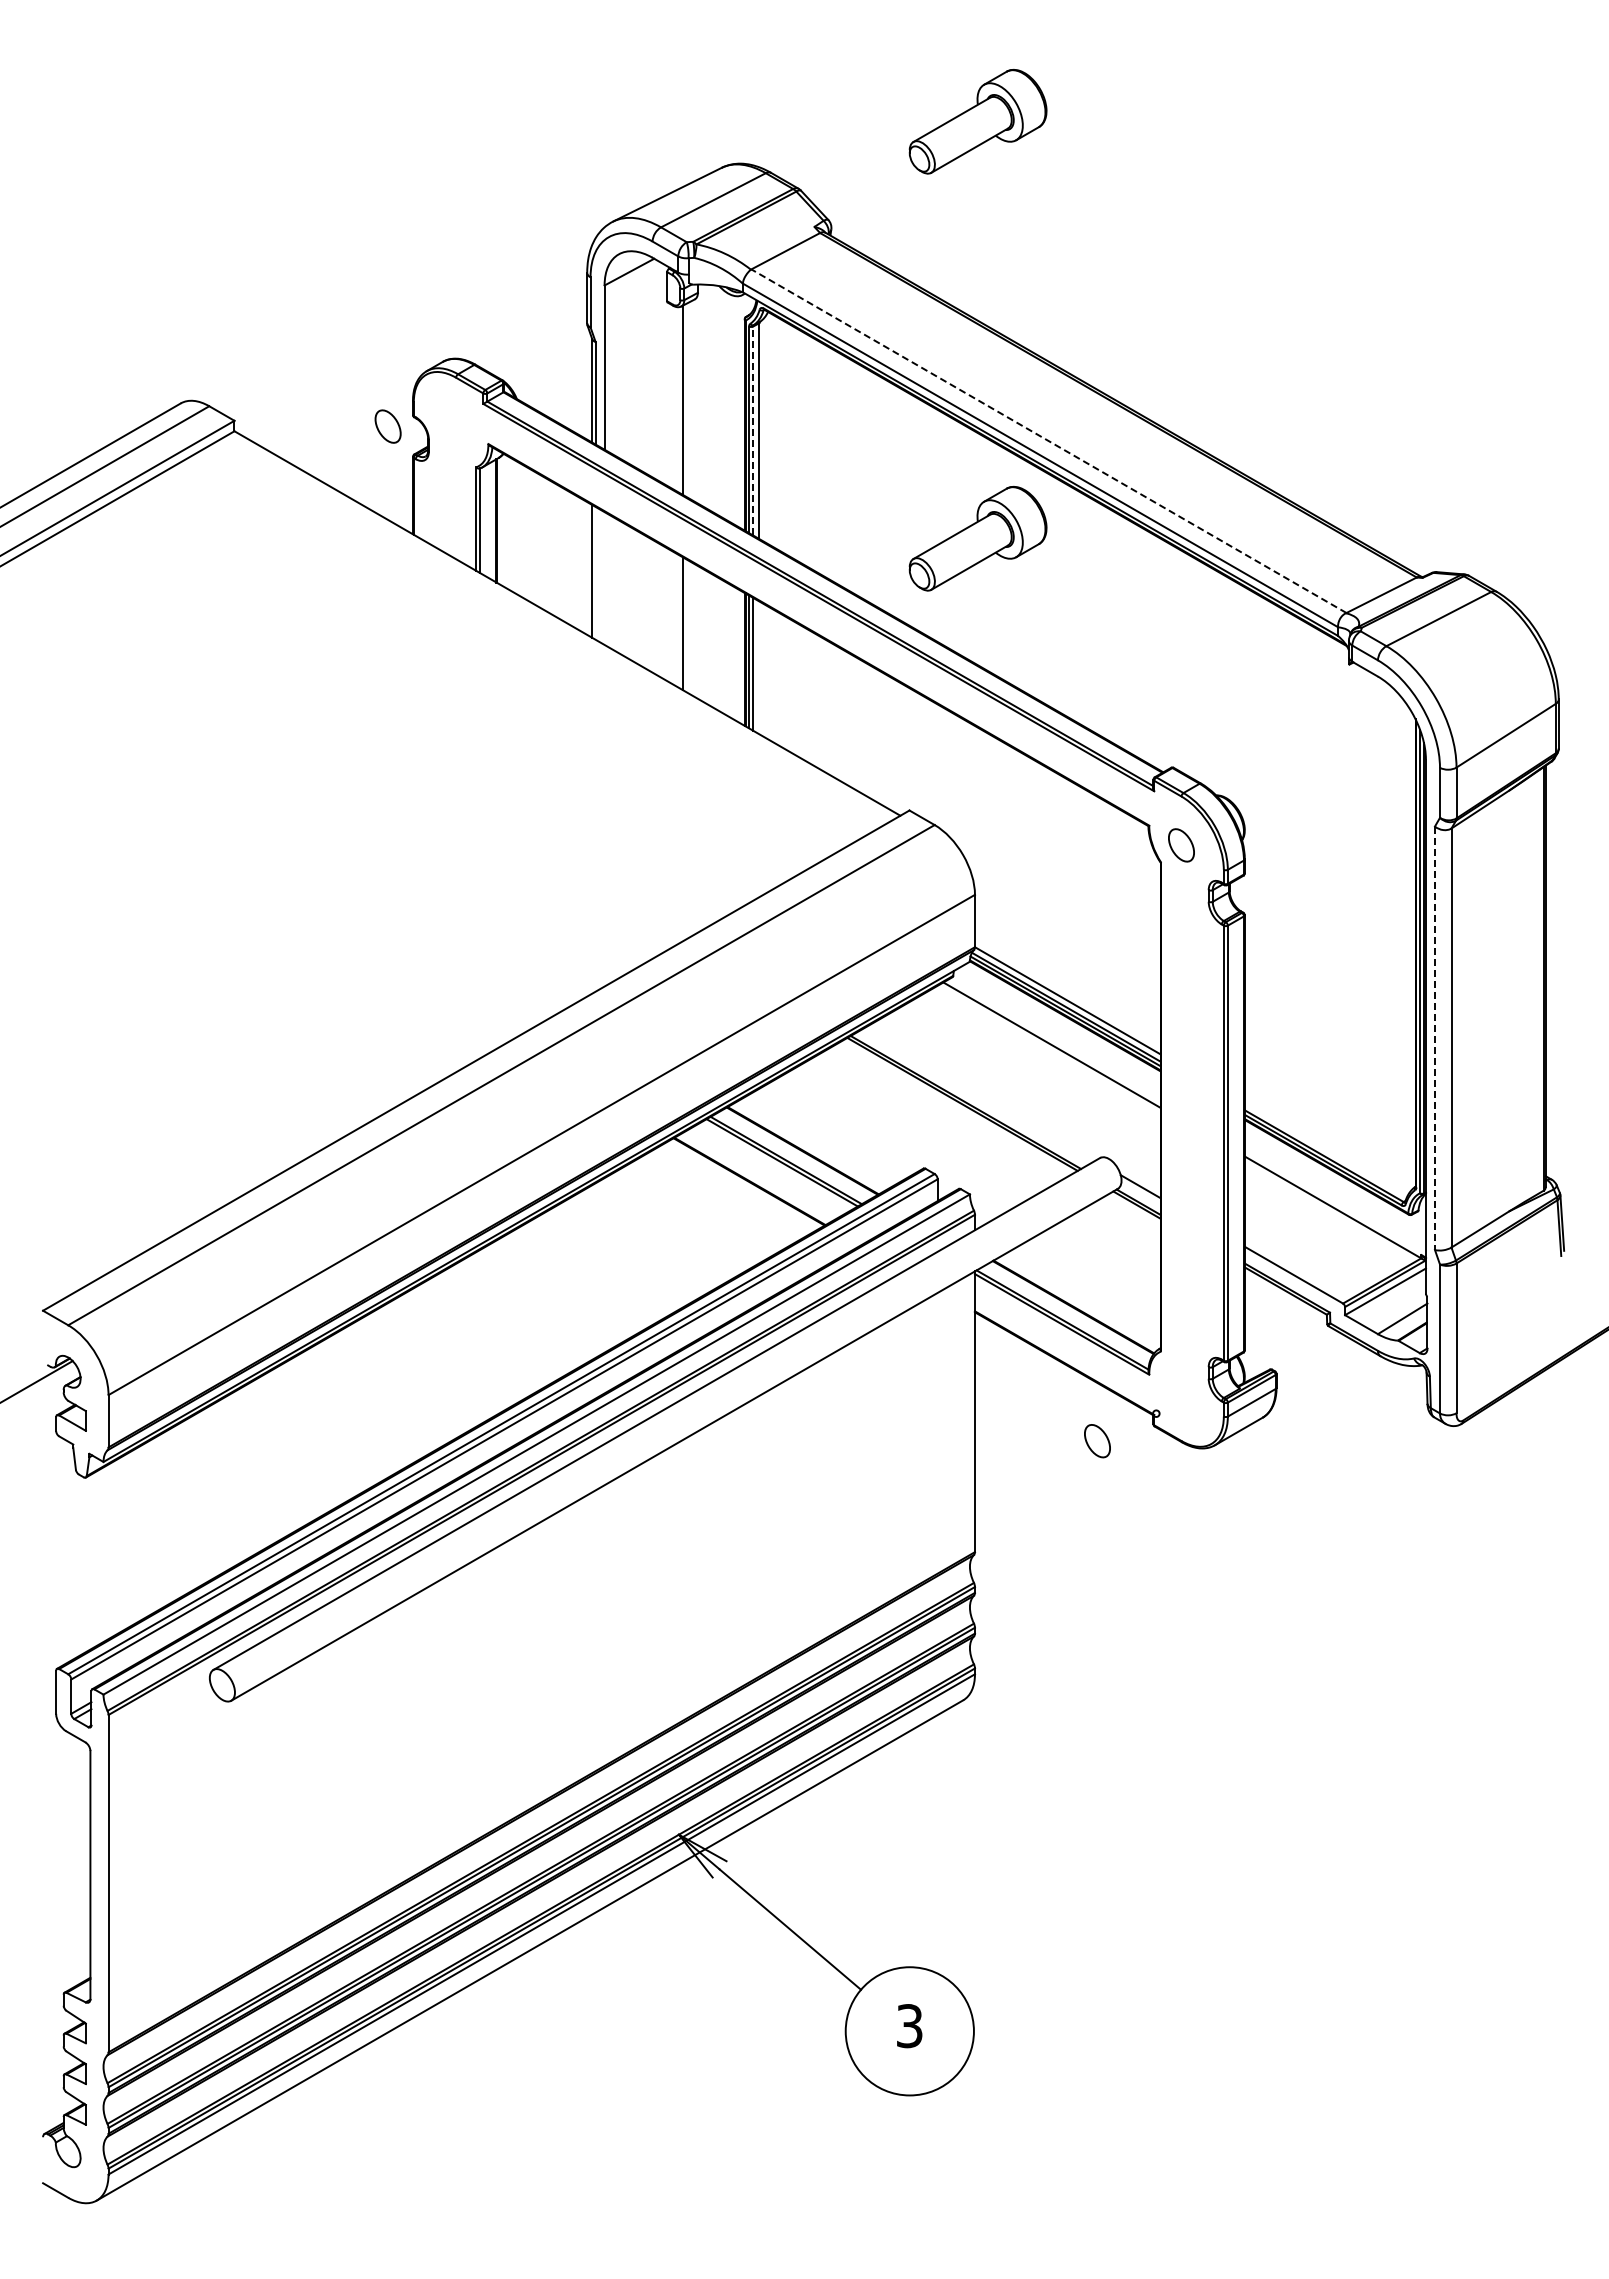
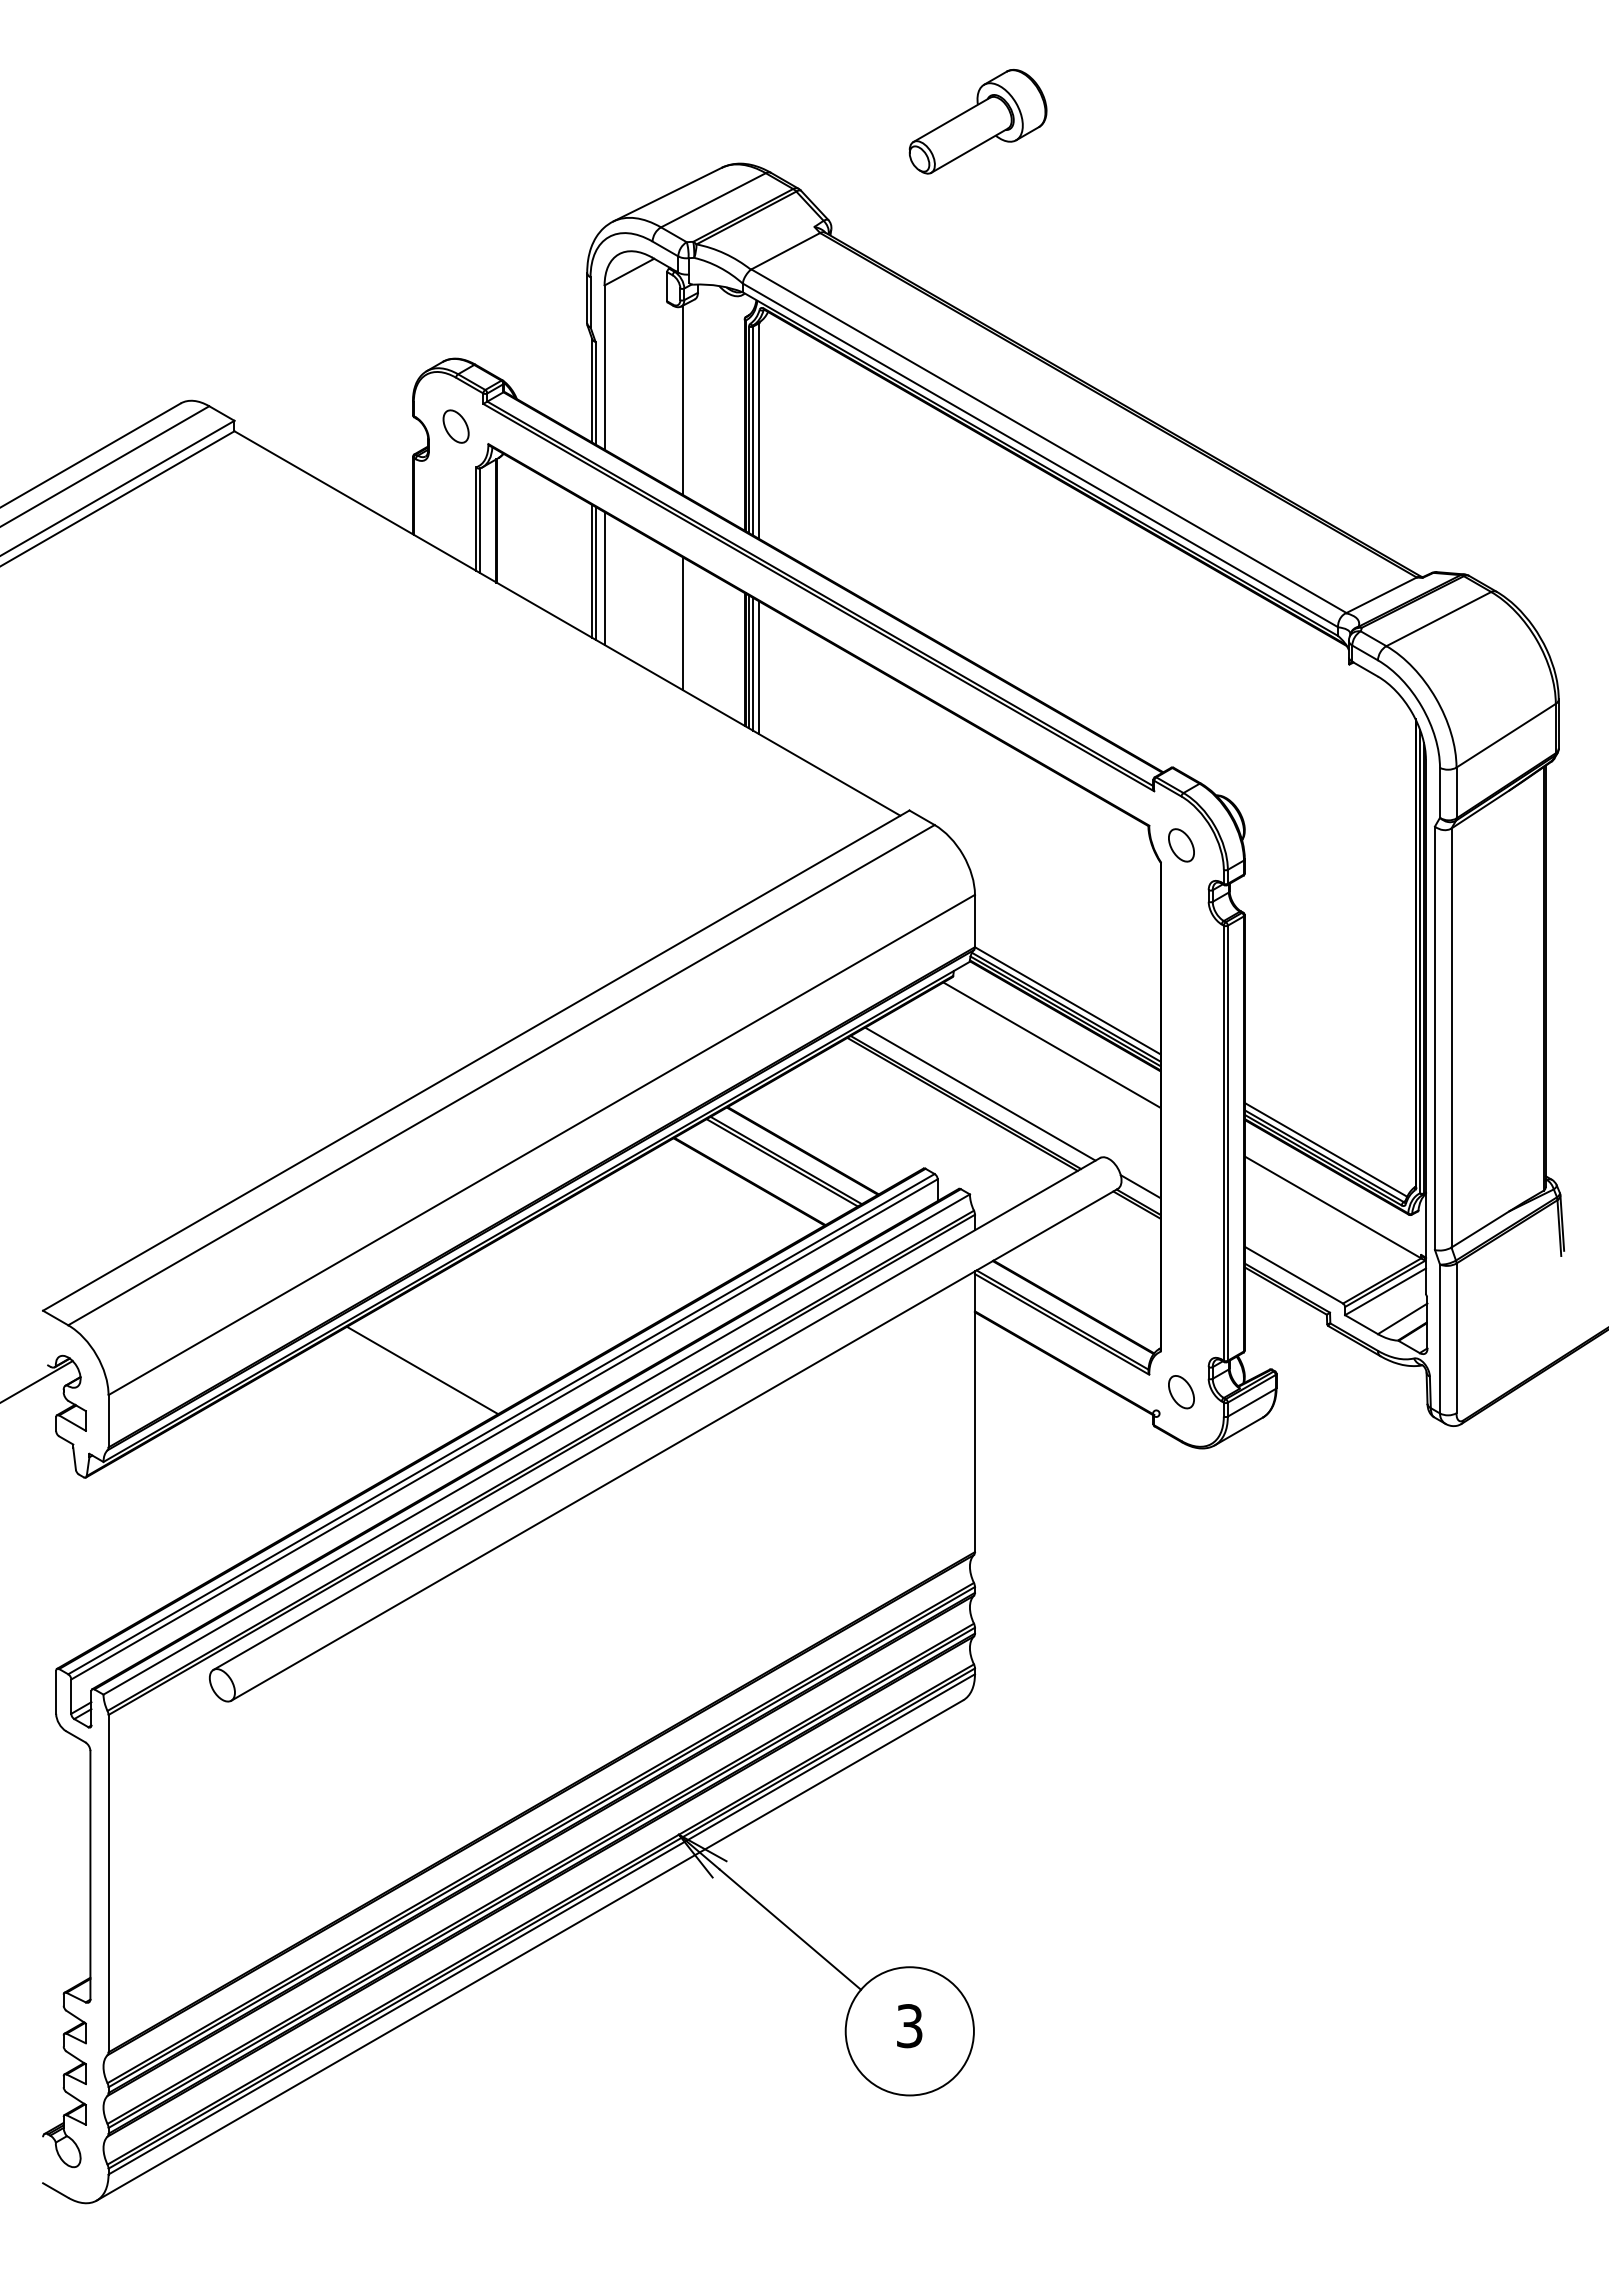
part at (387, 426) position: (387, 426) -> (455, 426)
line at (753, 430): dashed -> solid
line at (1048, 441): dashed -> solid
part at (977, 538): present -> none
line at (595, 572): none -> present
line at (604, 578): none -> present
line at (759, 667): none -> present
line at (1434, 1038): dashed -> solid
line at (980, 1093): none -> present
line at (1325, 1149): none -> present
line at (422, 1370): none -> present
part at (1097, 1441) position: (1097, 1441) -> (1181, 1392)
